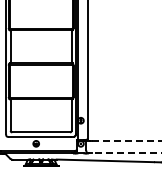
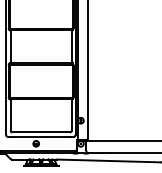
line at (127, 141): dashed -> solid
line at (126, 153): dashed -> solid
